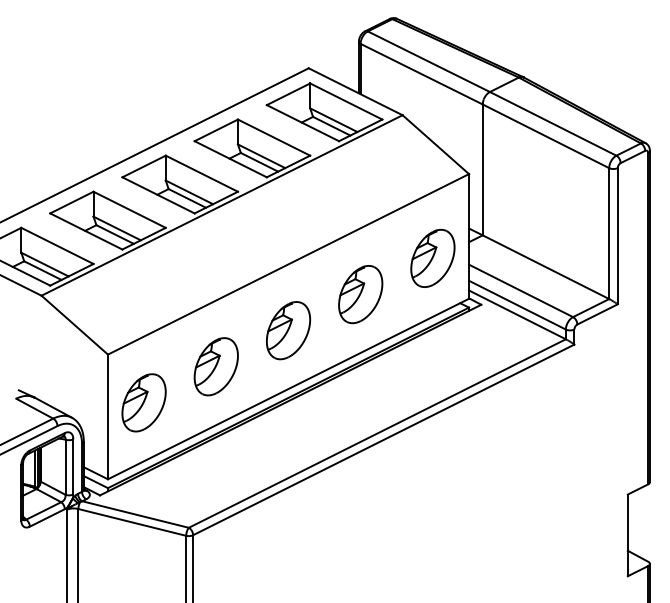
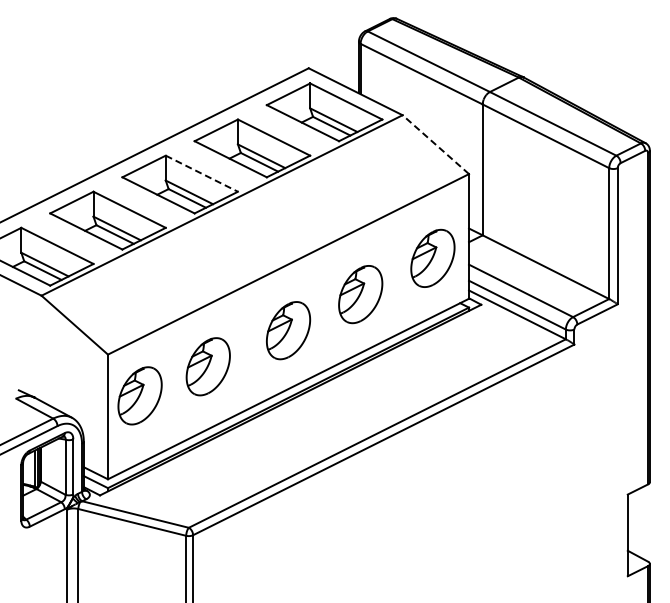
line at (435, 144): solid -> dashed
line at (202, 173): solid -> dashed
part at (215, 366) position: (215, 366) -> (207, 366)
part at (143, 402) position: (143, 402) -> (139, 395)
